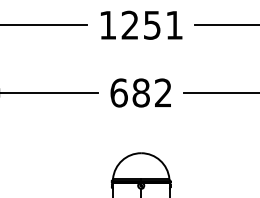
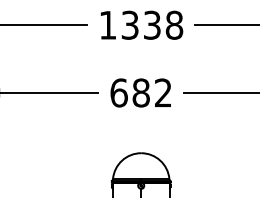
text at (152, 24): 1251 -> 1338
